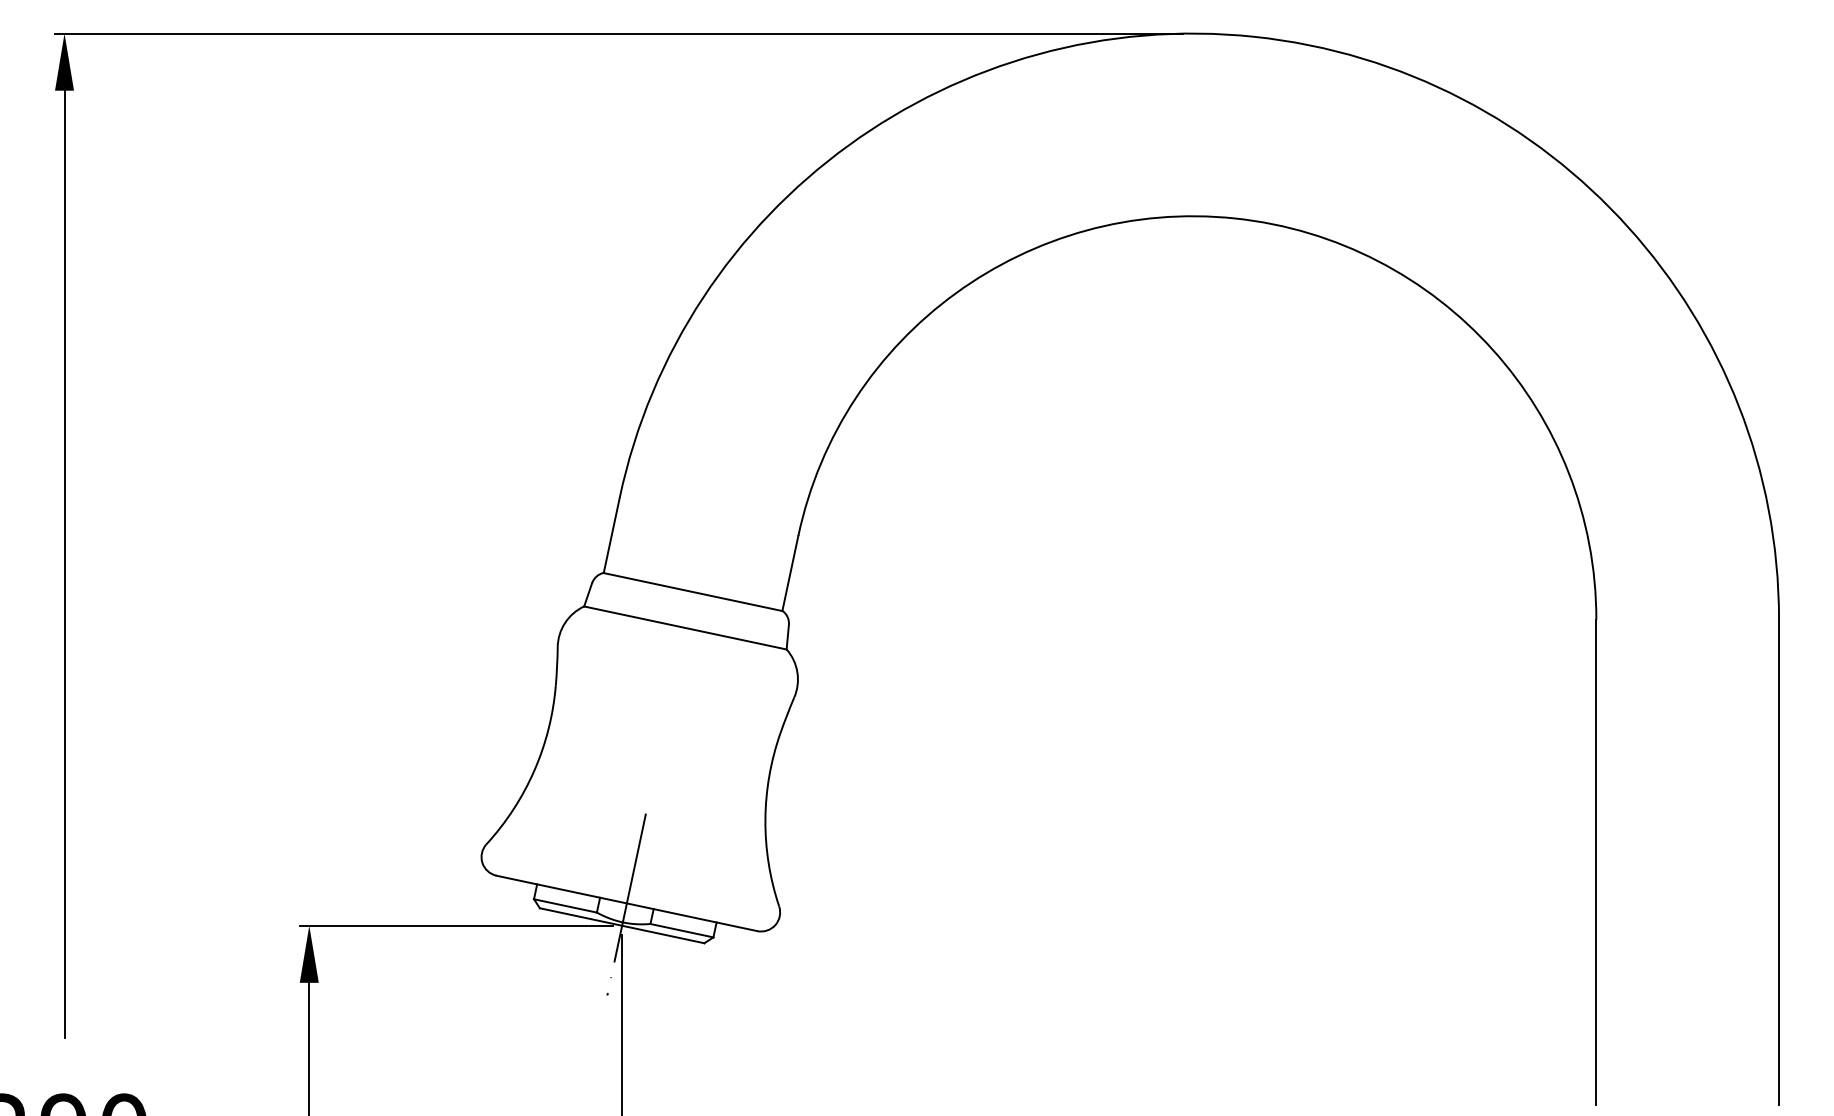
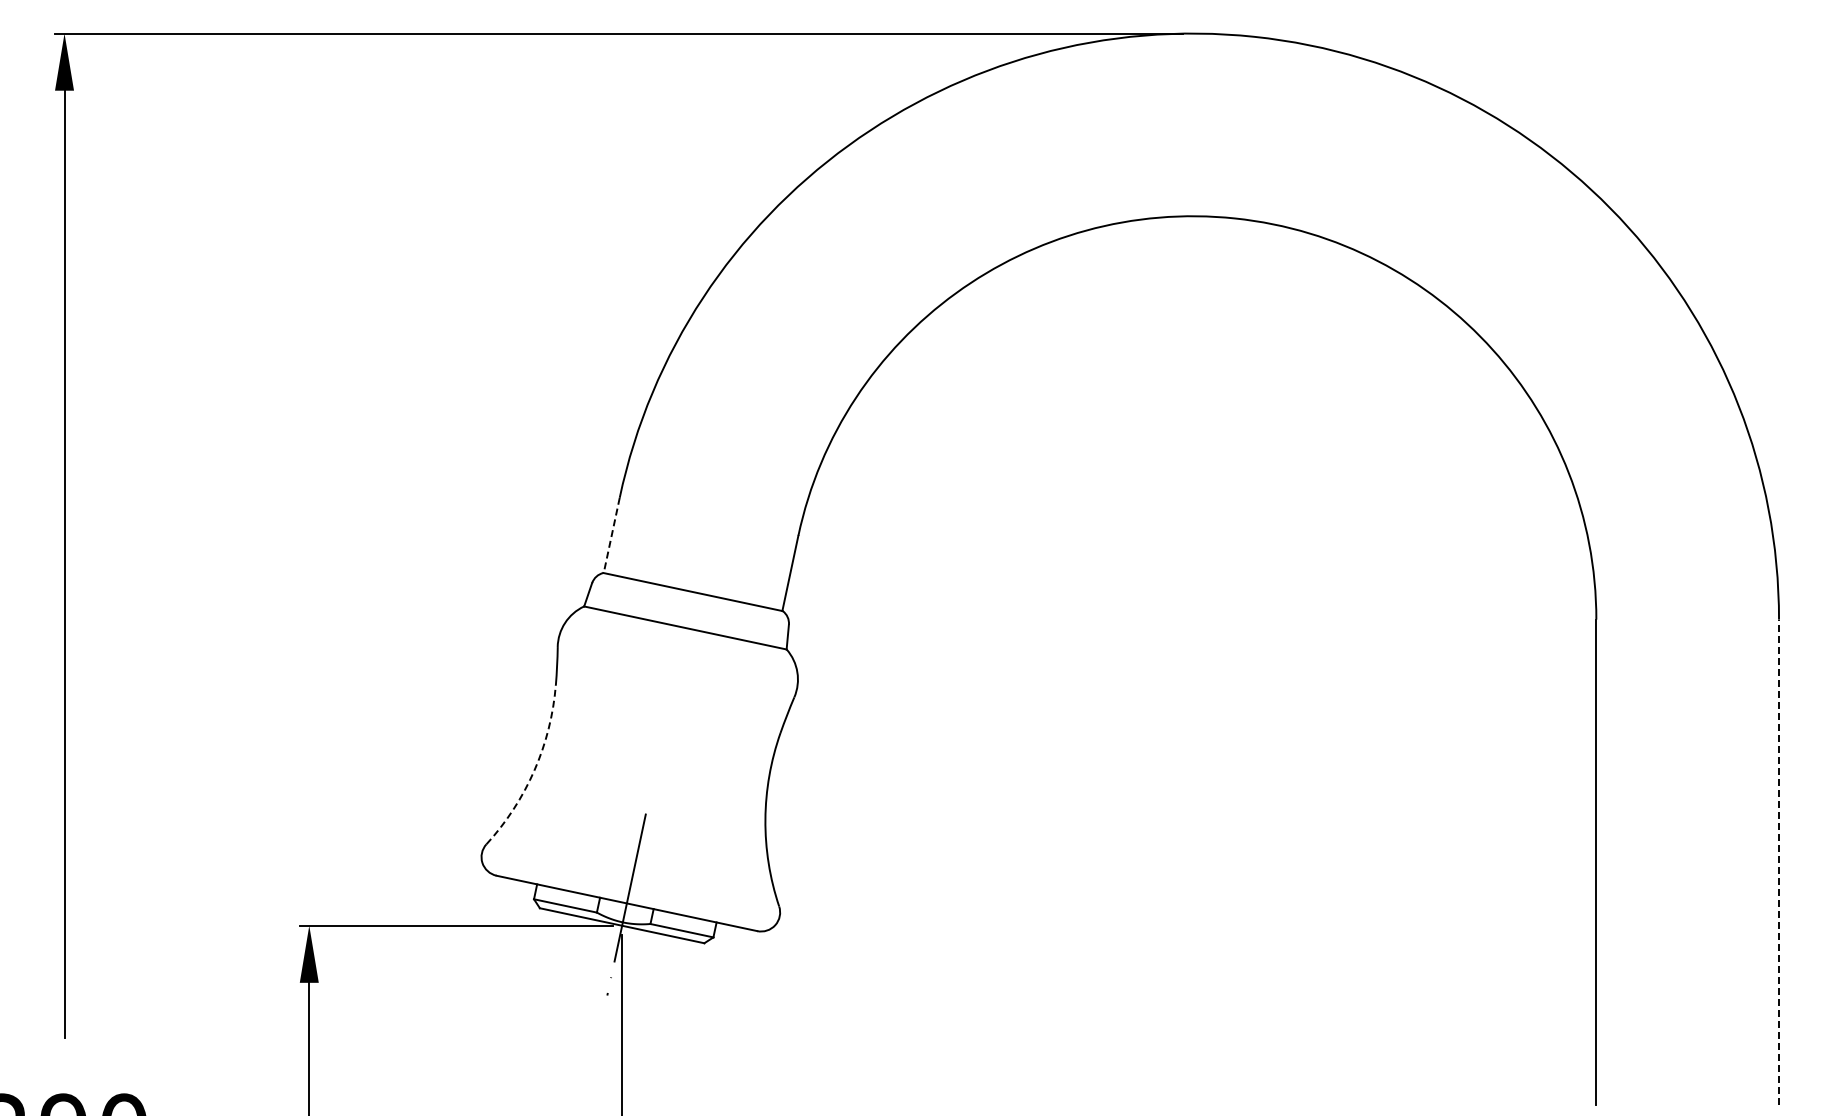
line at (611, 535): solid -> dashed
arc at (534, 770): solid -> dashed
line at (1779, 861): solid -> dashed
